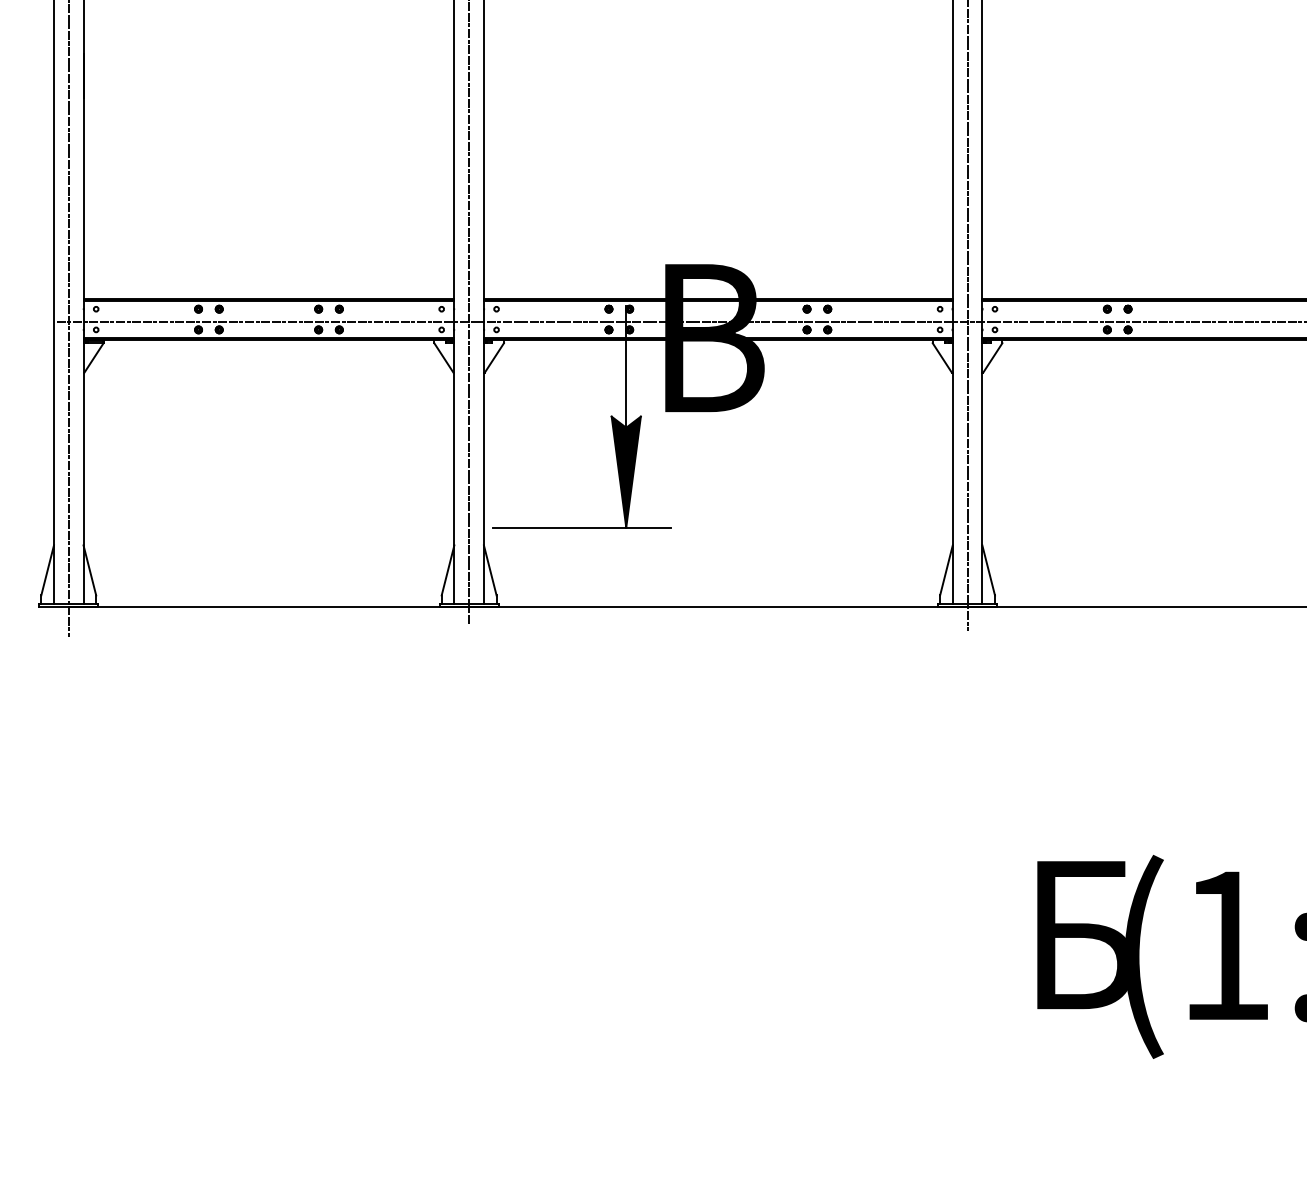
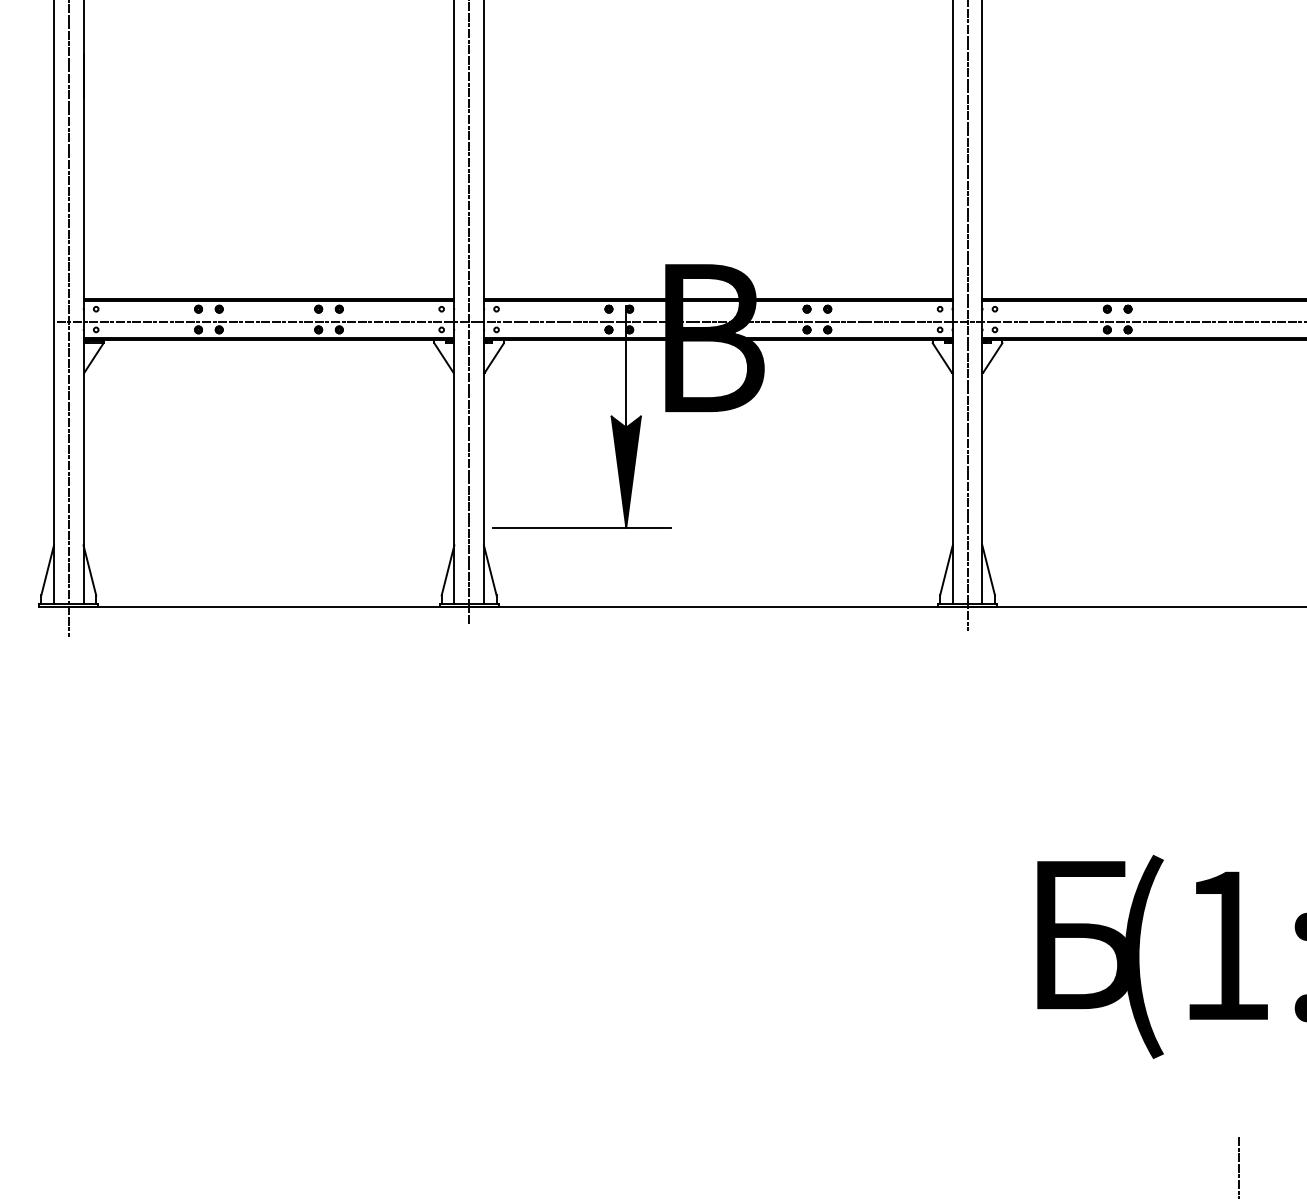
line at (1239, 1165): none -> present
